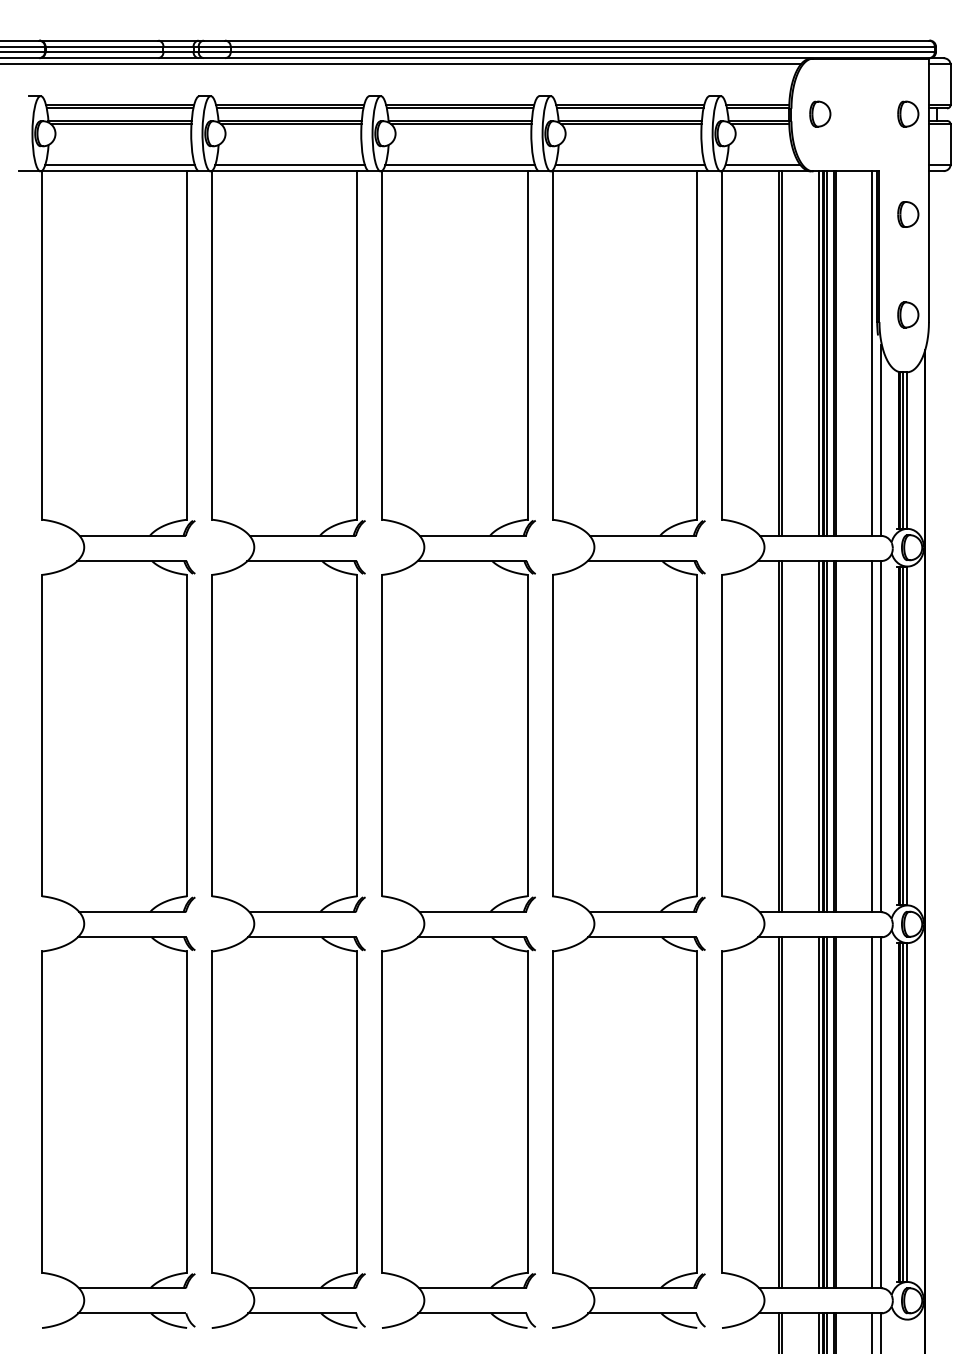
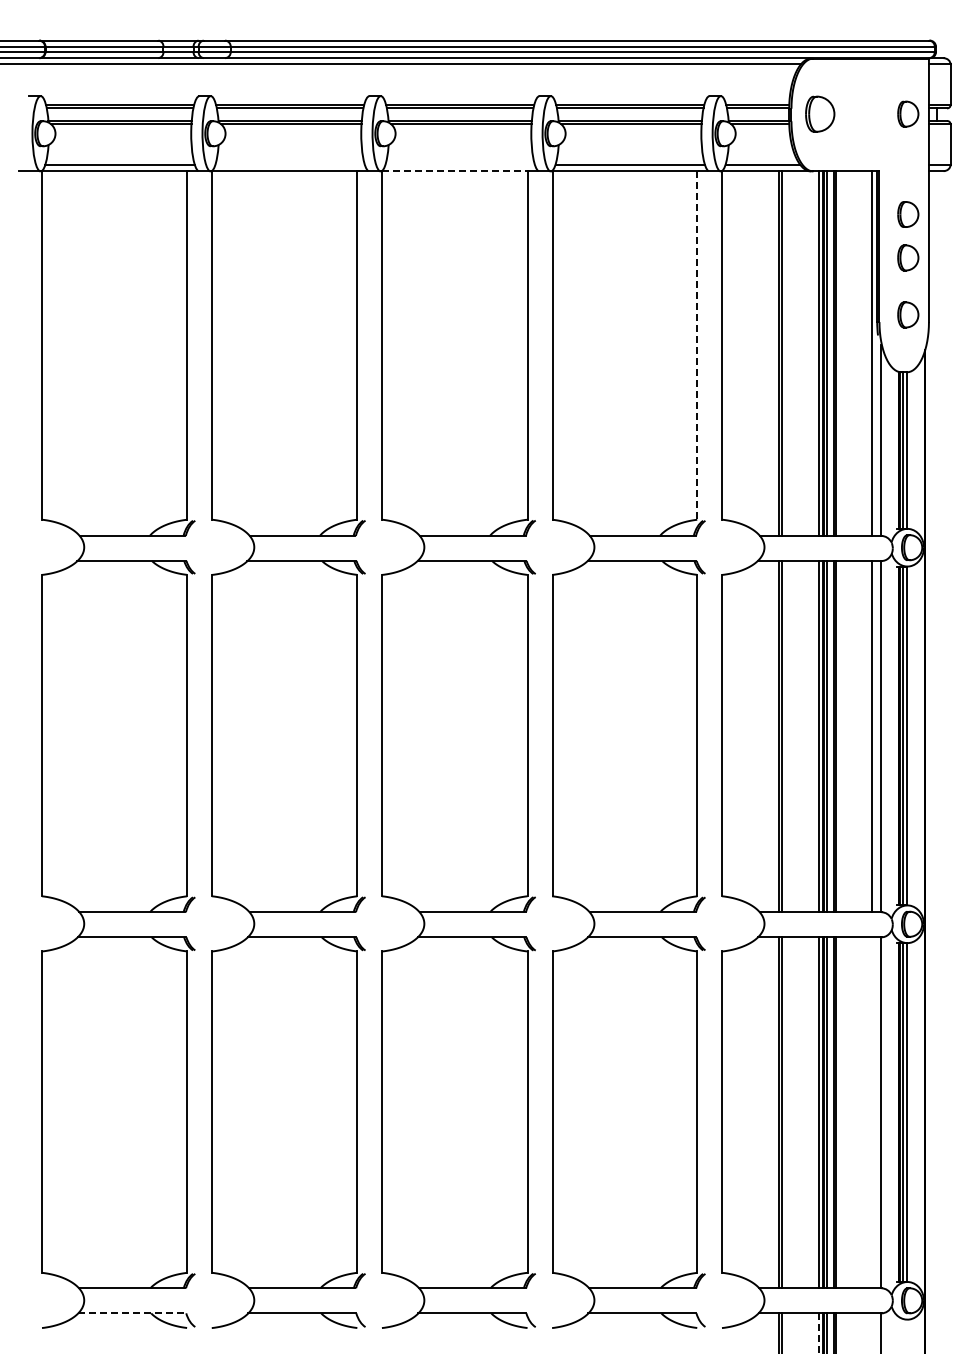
part at (820, 113) size: 23x28 px -> 31x38 px
line at (289, 164): present -> none
line at (459, 164): present -> none
line at (456, 171): solid -> dashed
part at (908, 257): none -> present
line at (697, 346): solid -> dashed
line at (872, 1112): present -> none
line at (131, 1313): solid -> dashed
line at (872, 1331): present -> none
line at (818, 1333): solid -> dashed
